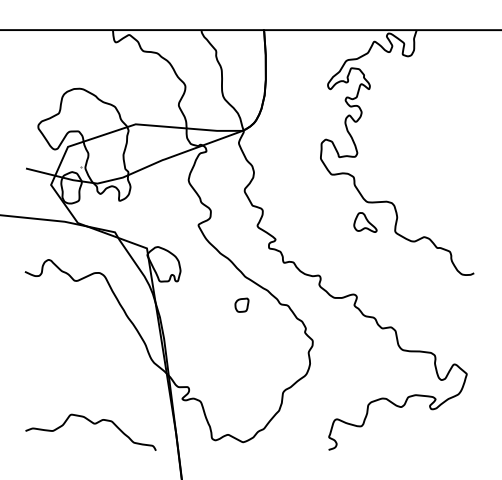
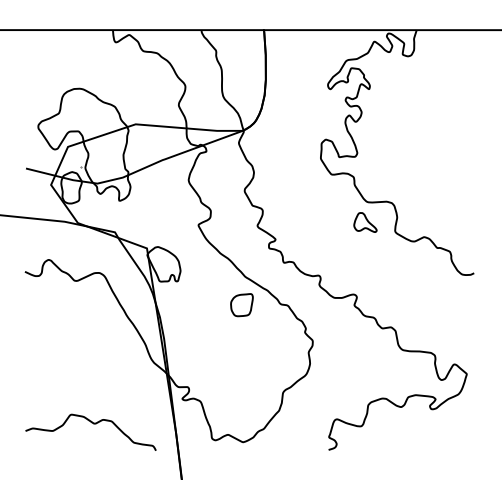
part at (241, 304) size: 16x16 px -> 24x25 px
